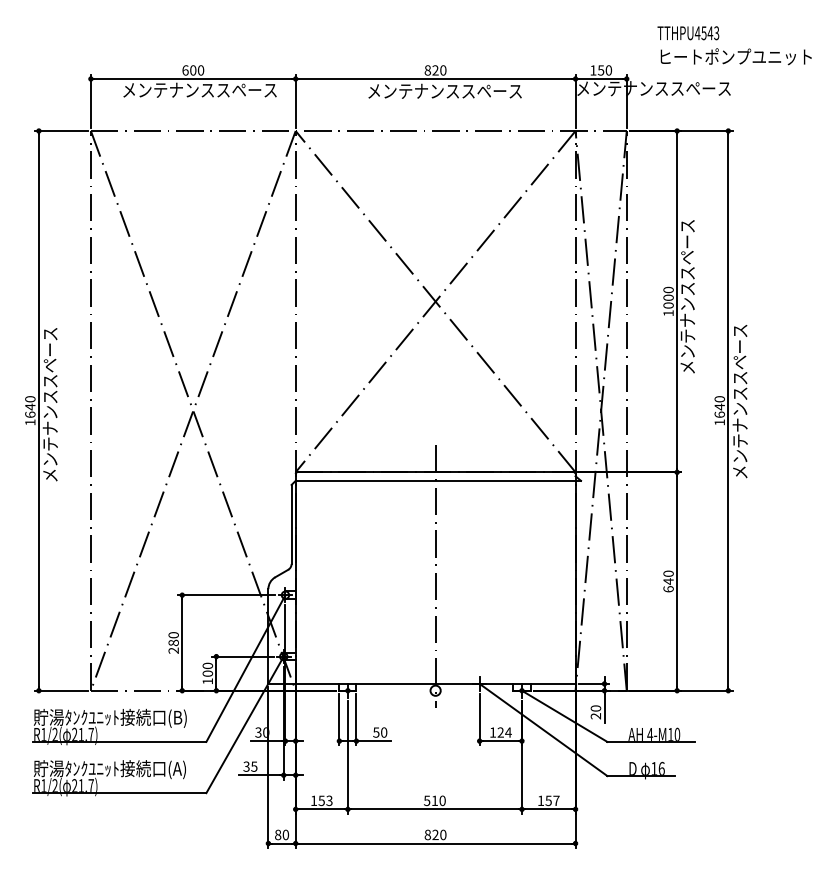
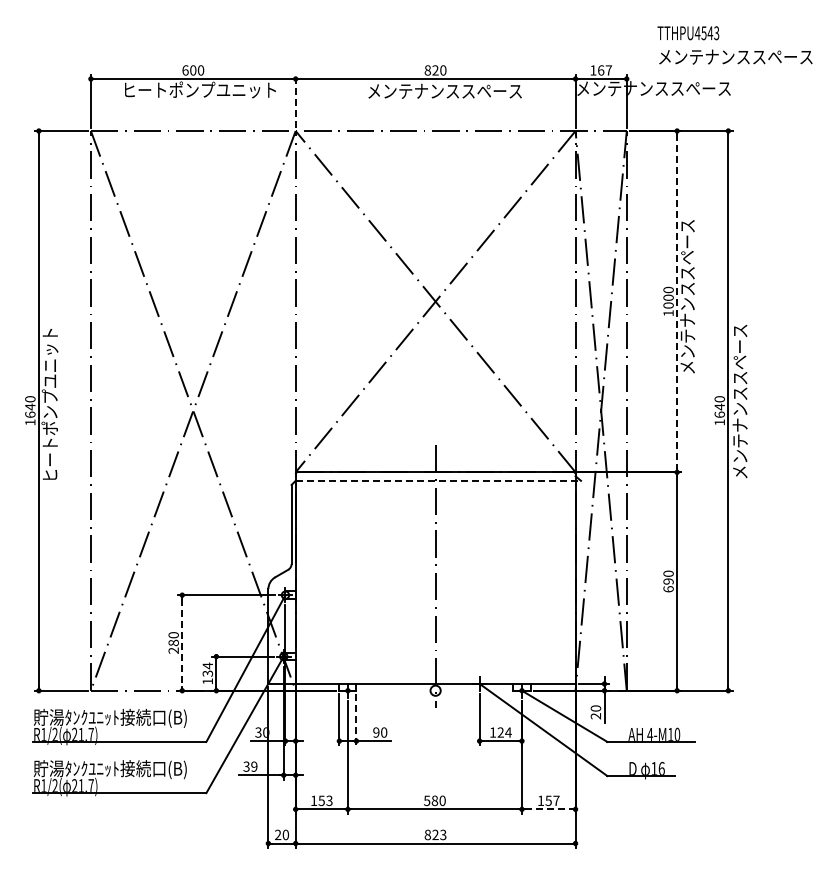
text at (735, 56): ヒートポンプユニット -> メンテナンススペース
text at (604, 70): 150 -> 167
text at (199, 89): メンテナンススペース -> ヒートポンプユニット
line at (295, 100): solid -> dashed
line at (677, 302): solid -> dashed
text at (49, 404): メンテナンススペース -> ヒートポンプユニット
line at (438, 480): solid -> dashed
text at (668, 581): 640 -> 690
line at (182, 643): solid -> dashed
text at (207, 669): 100 -> 134
line at (356, 719): solid -> dashed
text at (376, 732): 50 -> 90
text at (254, 766): 35 -> 39
text at (179, 769): 貯湯ﾀﾝｸﾕﾆｯﾄ接続口(A) -> 貯湯ﾀﾝｸﾕﾆｯﾄ接続口(B)
text at (434, 800): 510 -> 580
line at (549, 809): solid -> dashed
text at (278, 834): 80 -> 20
text at (443, 834): 820 -> 823
